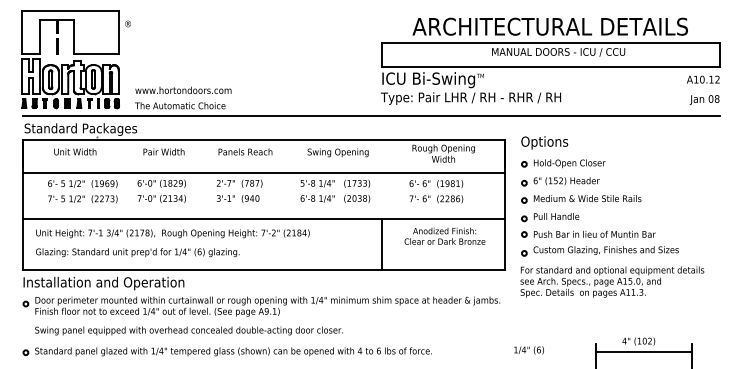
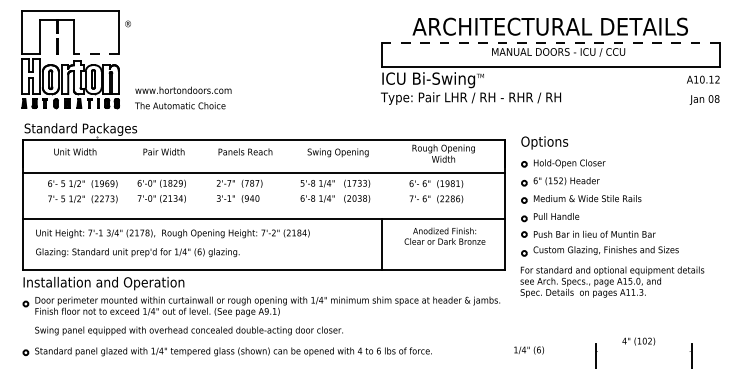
line at (550, 43): solid -> dashed
line at (95, 53): solid -> dashed
line at (370, 115): present -> none
line at (643, 351): present -> none
